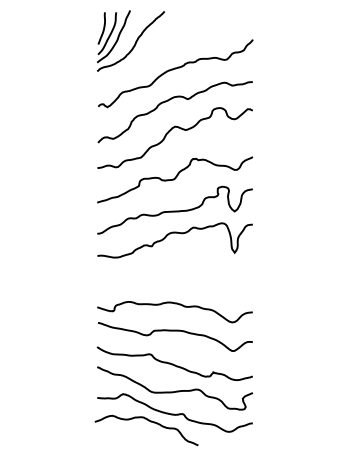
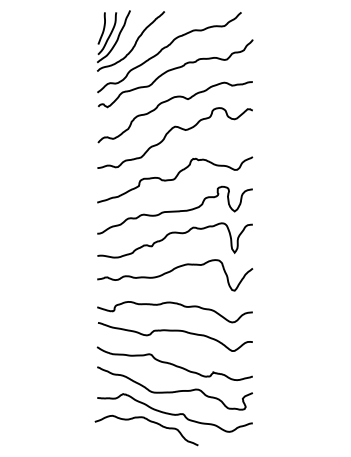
curve at (167, 47): none -> present
curve at (172, 271): none -> present
